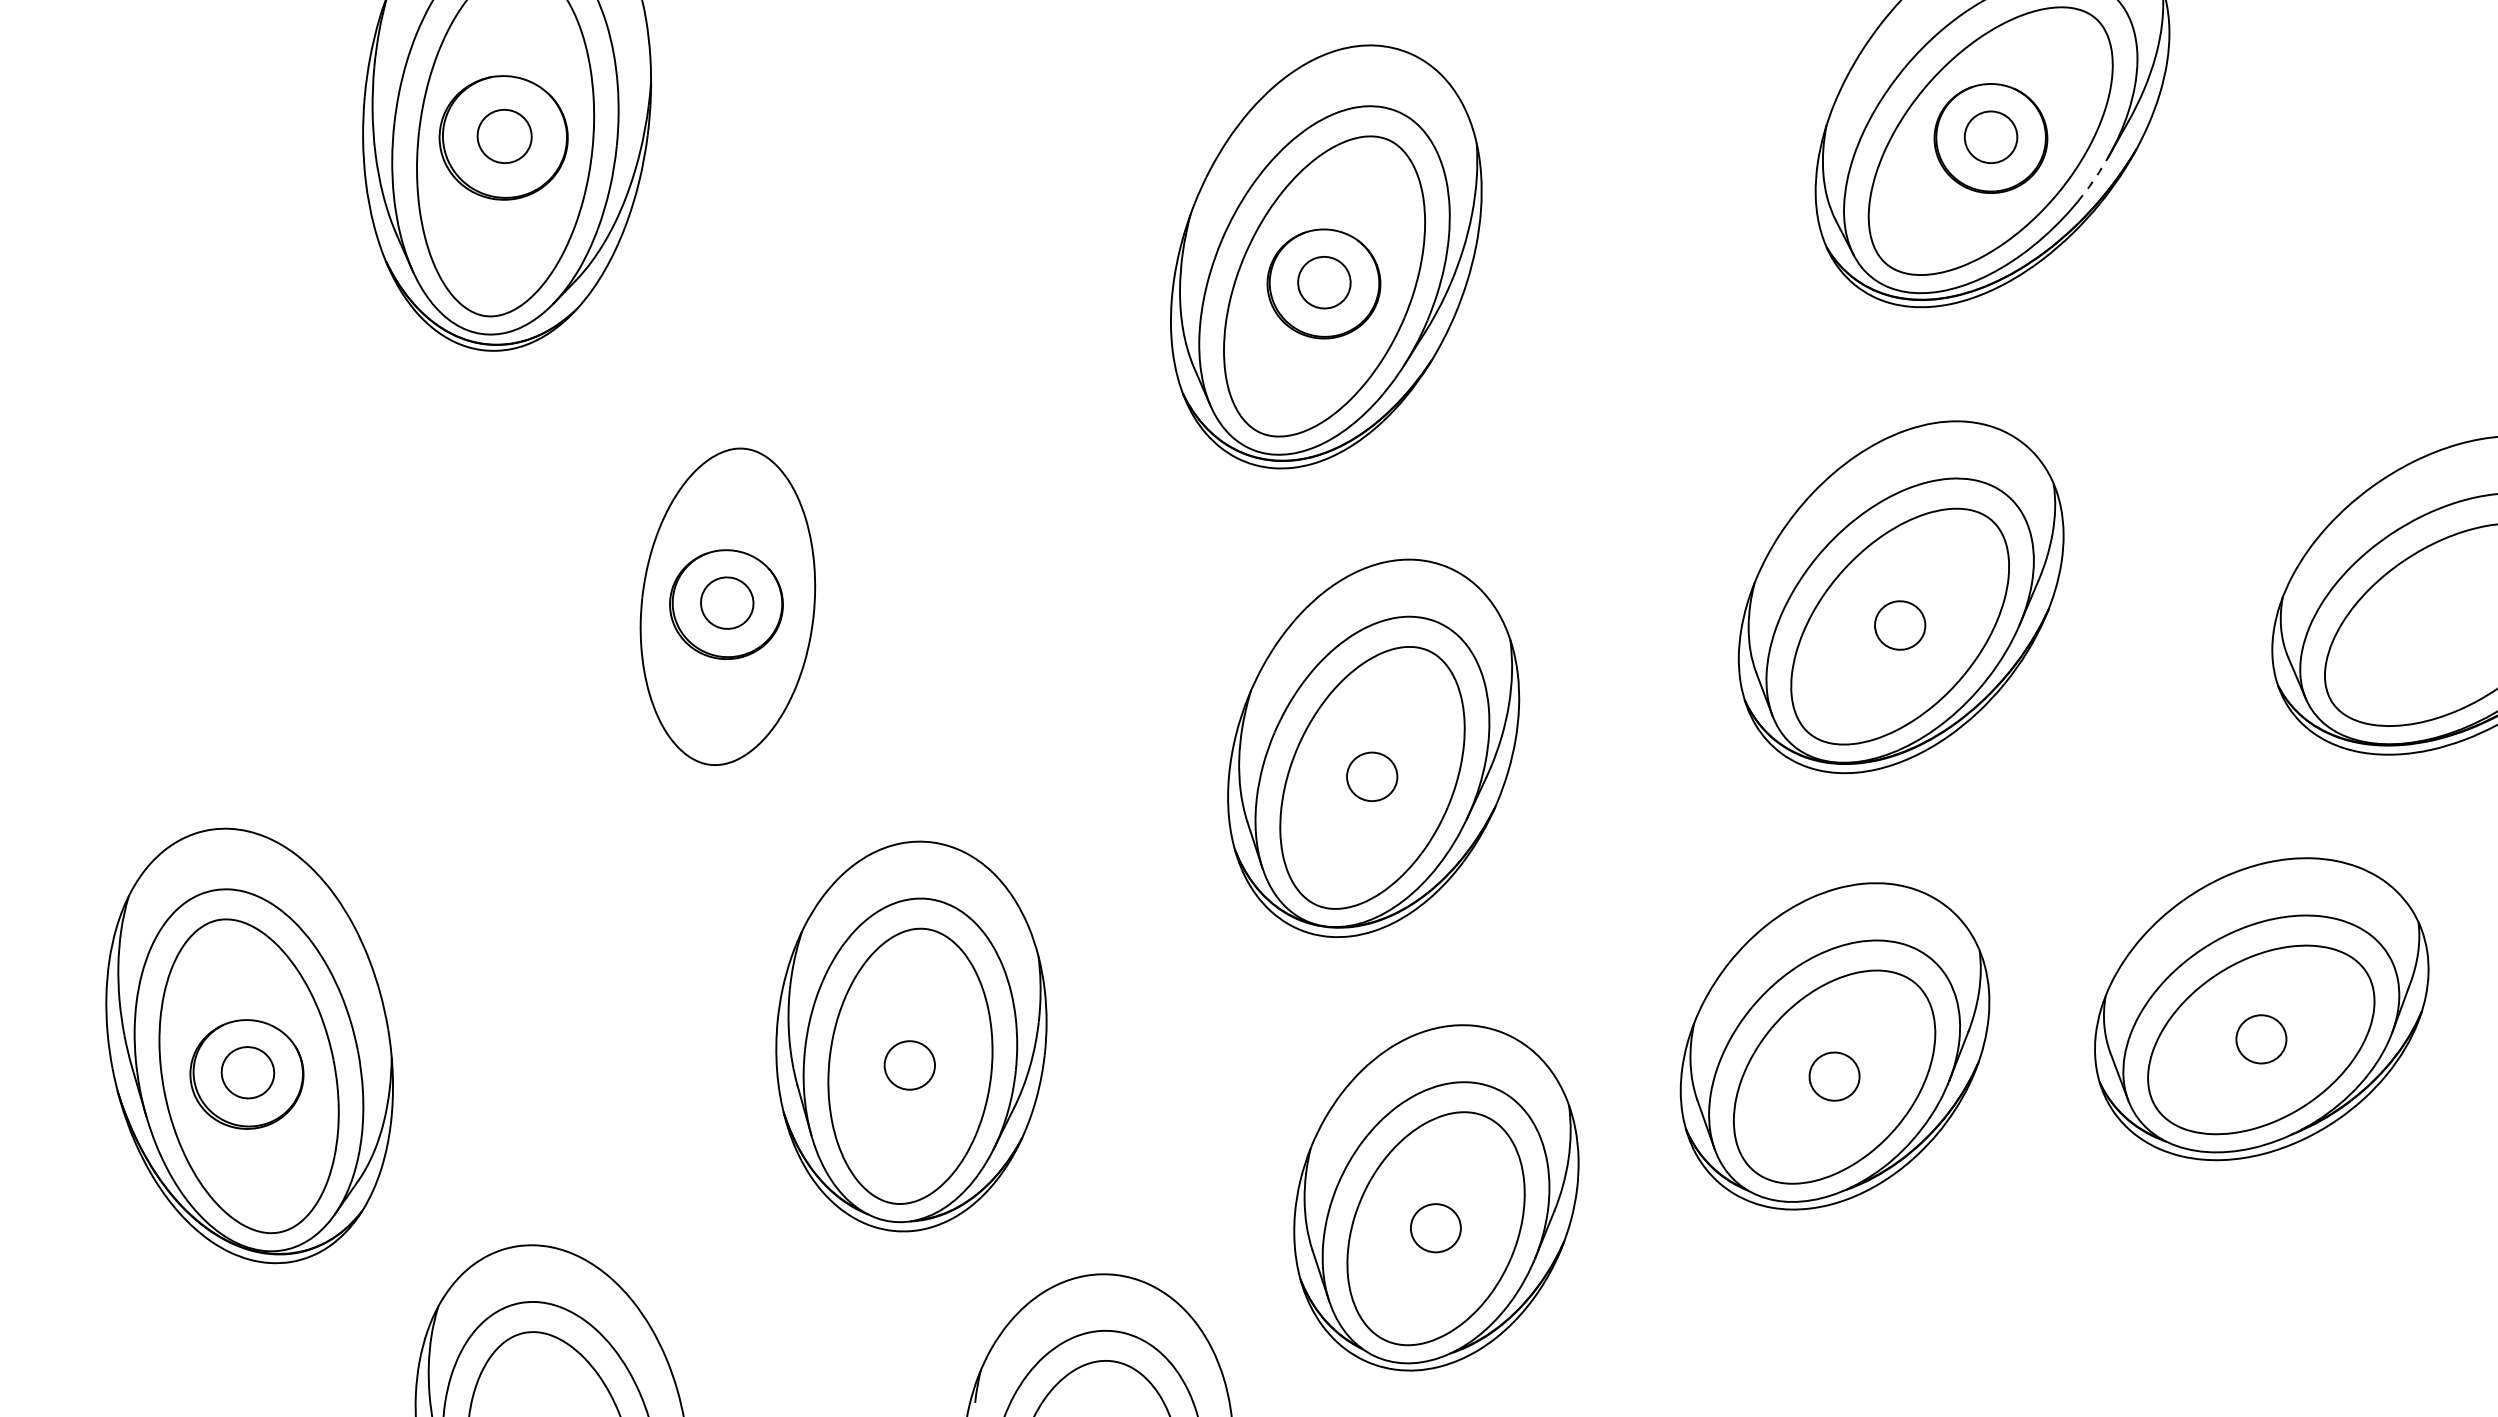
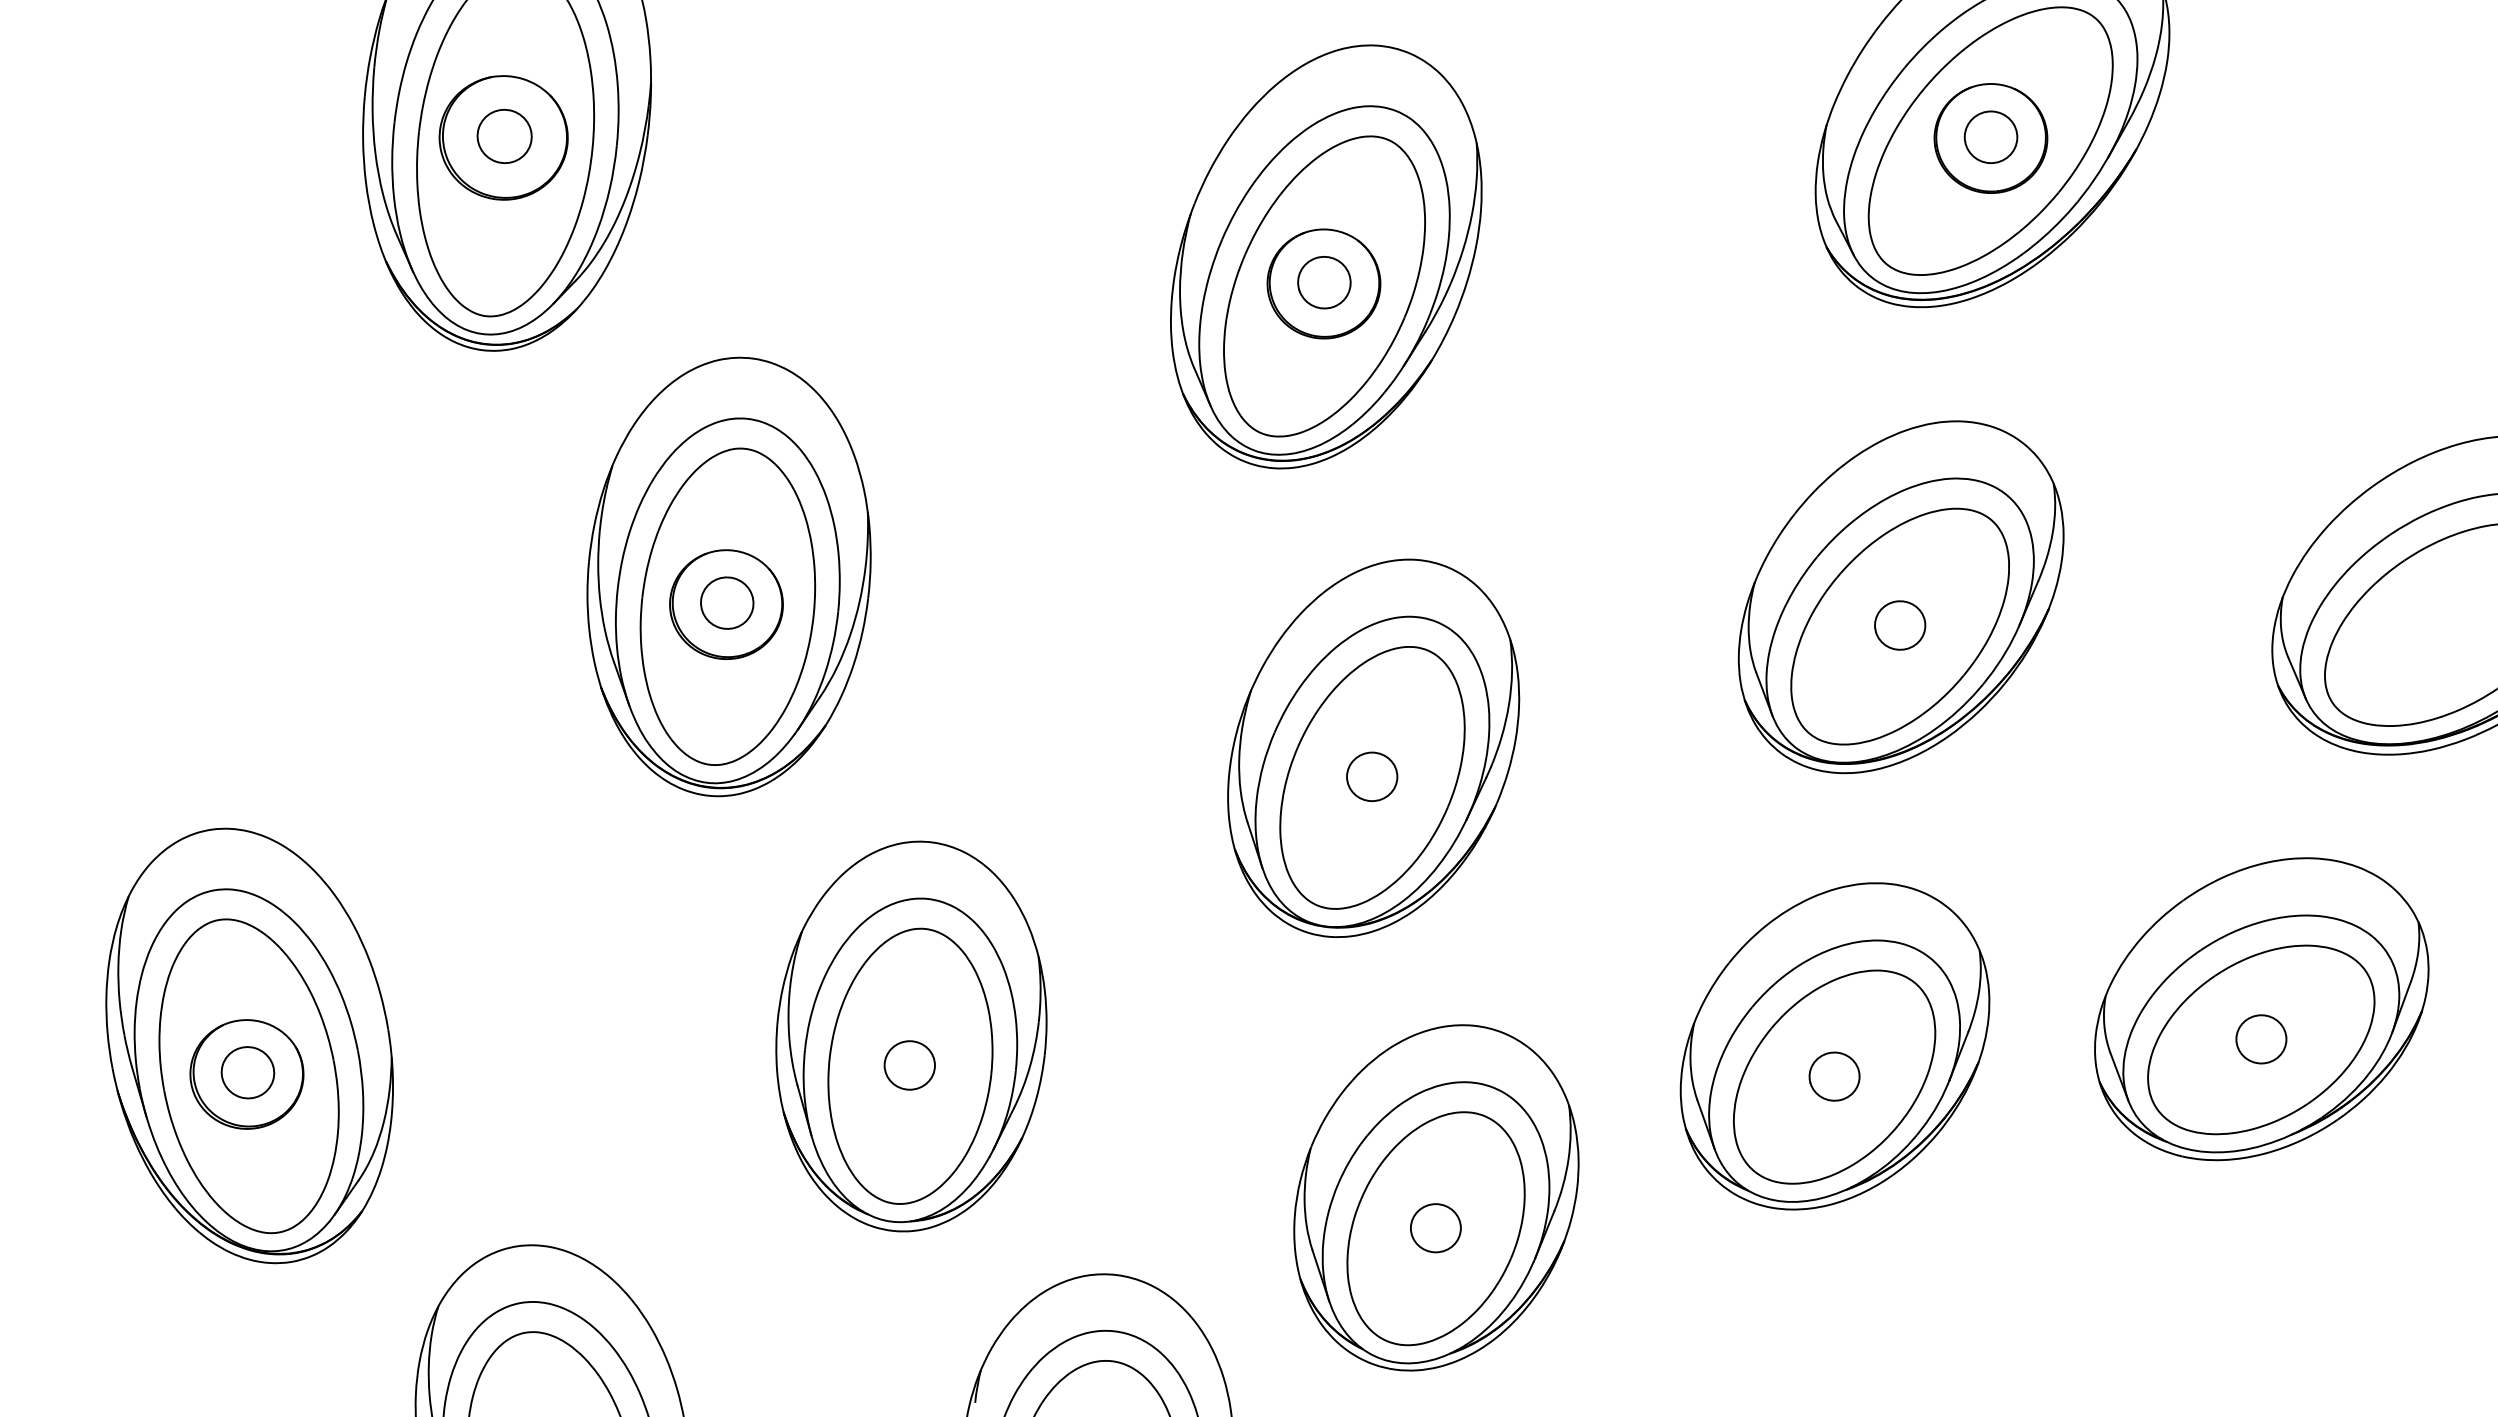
line at (2093, 180): dashed -> solid
part at (728, 576): none -> present
